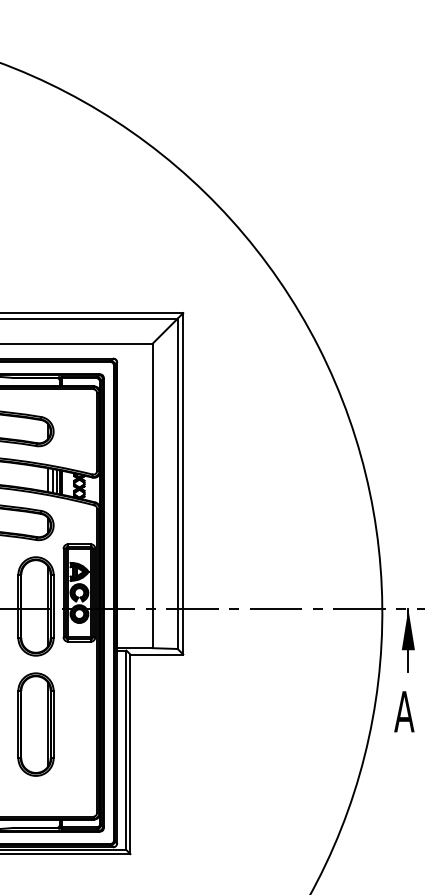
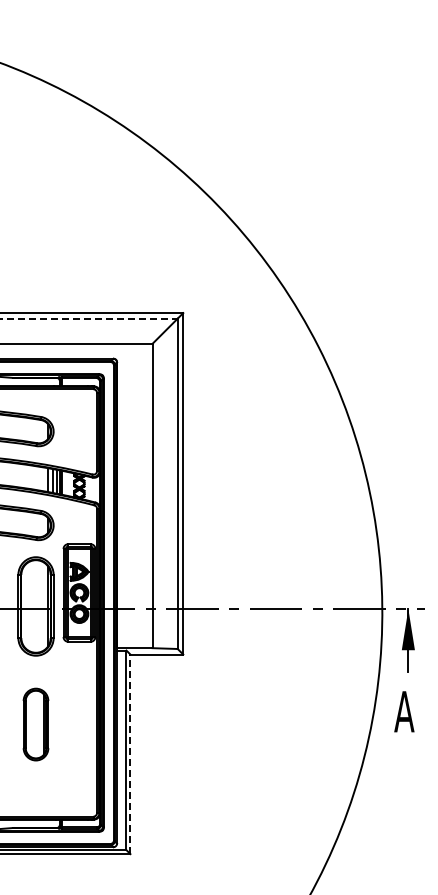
line at (89, 318): solid -> dashed
part at (35, 724) size: 38x105 px -> 28x75 px
line at (130, 754): solid -> dashed
